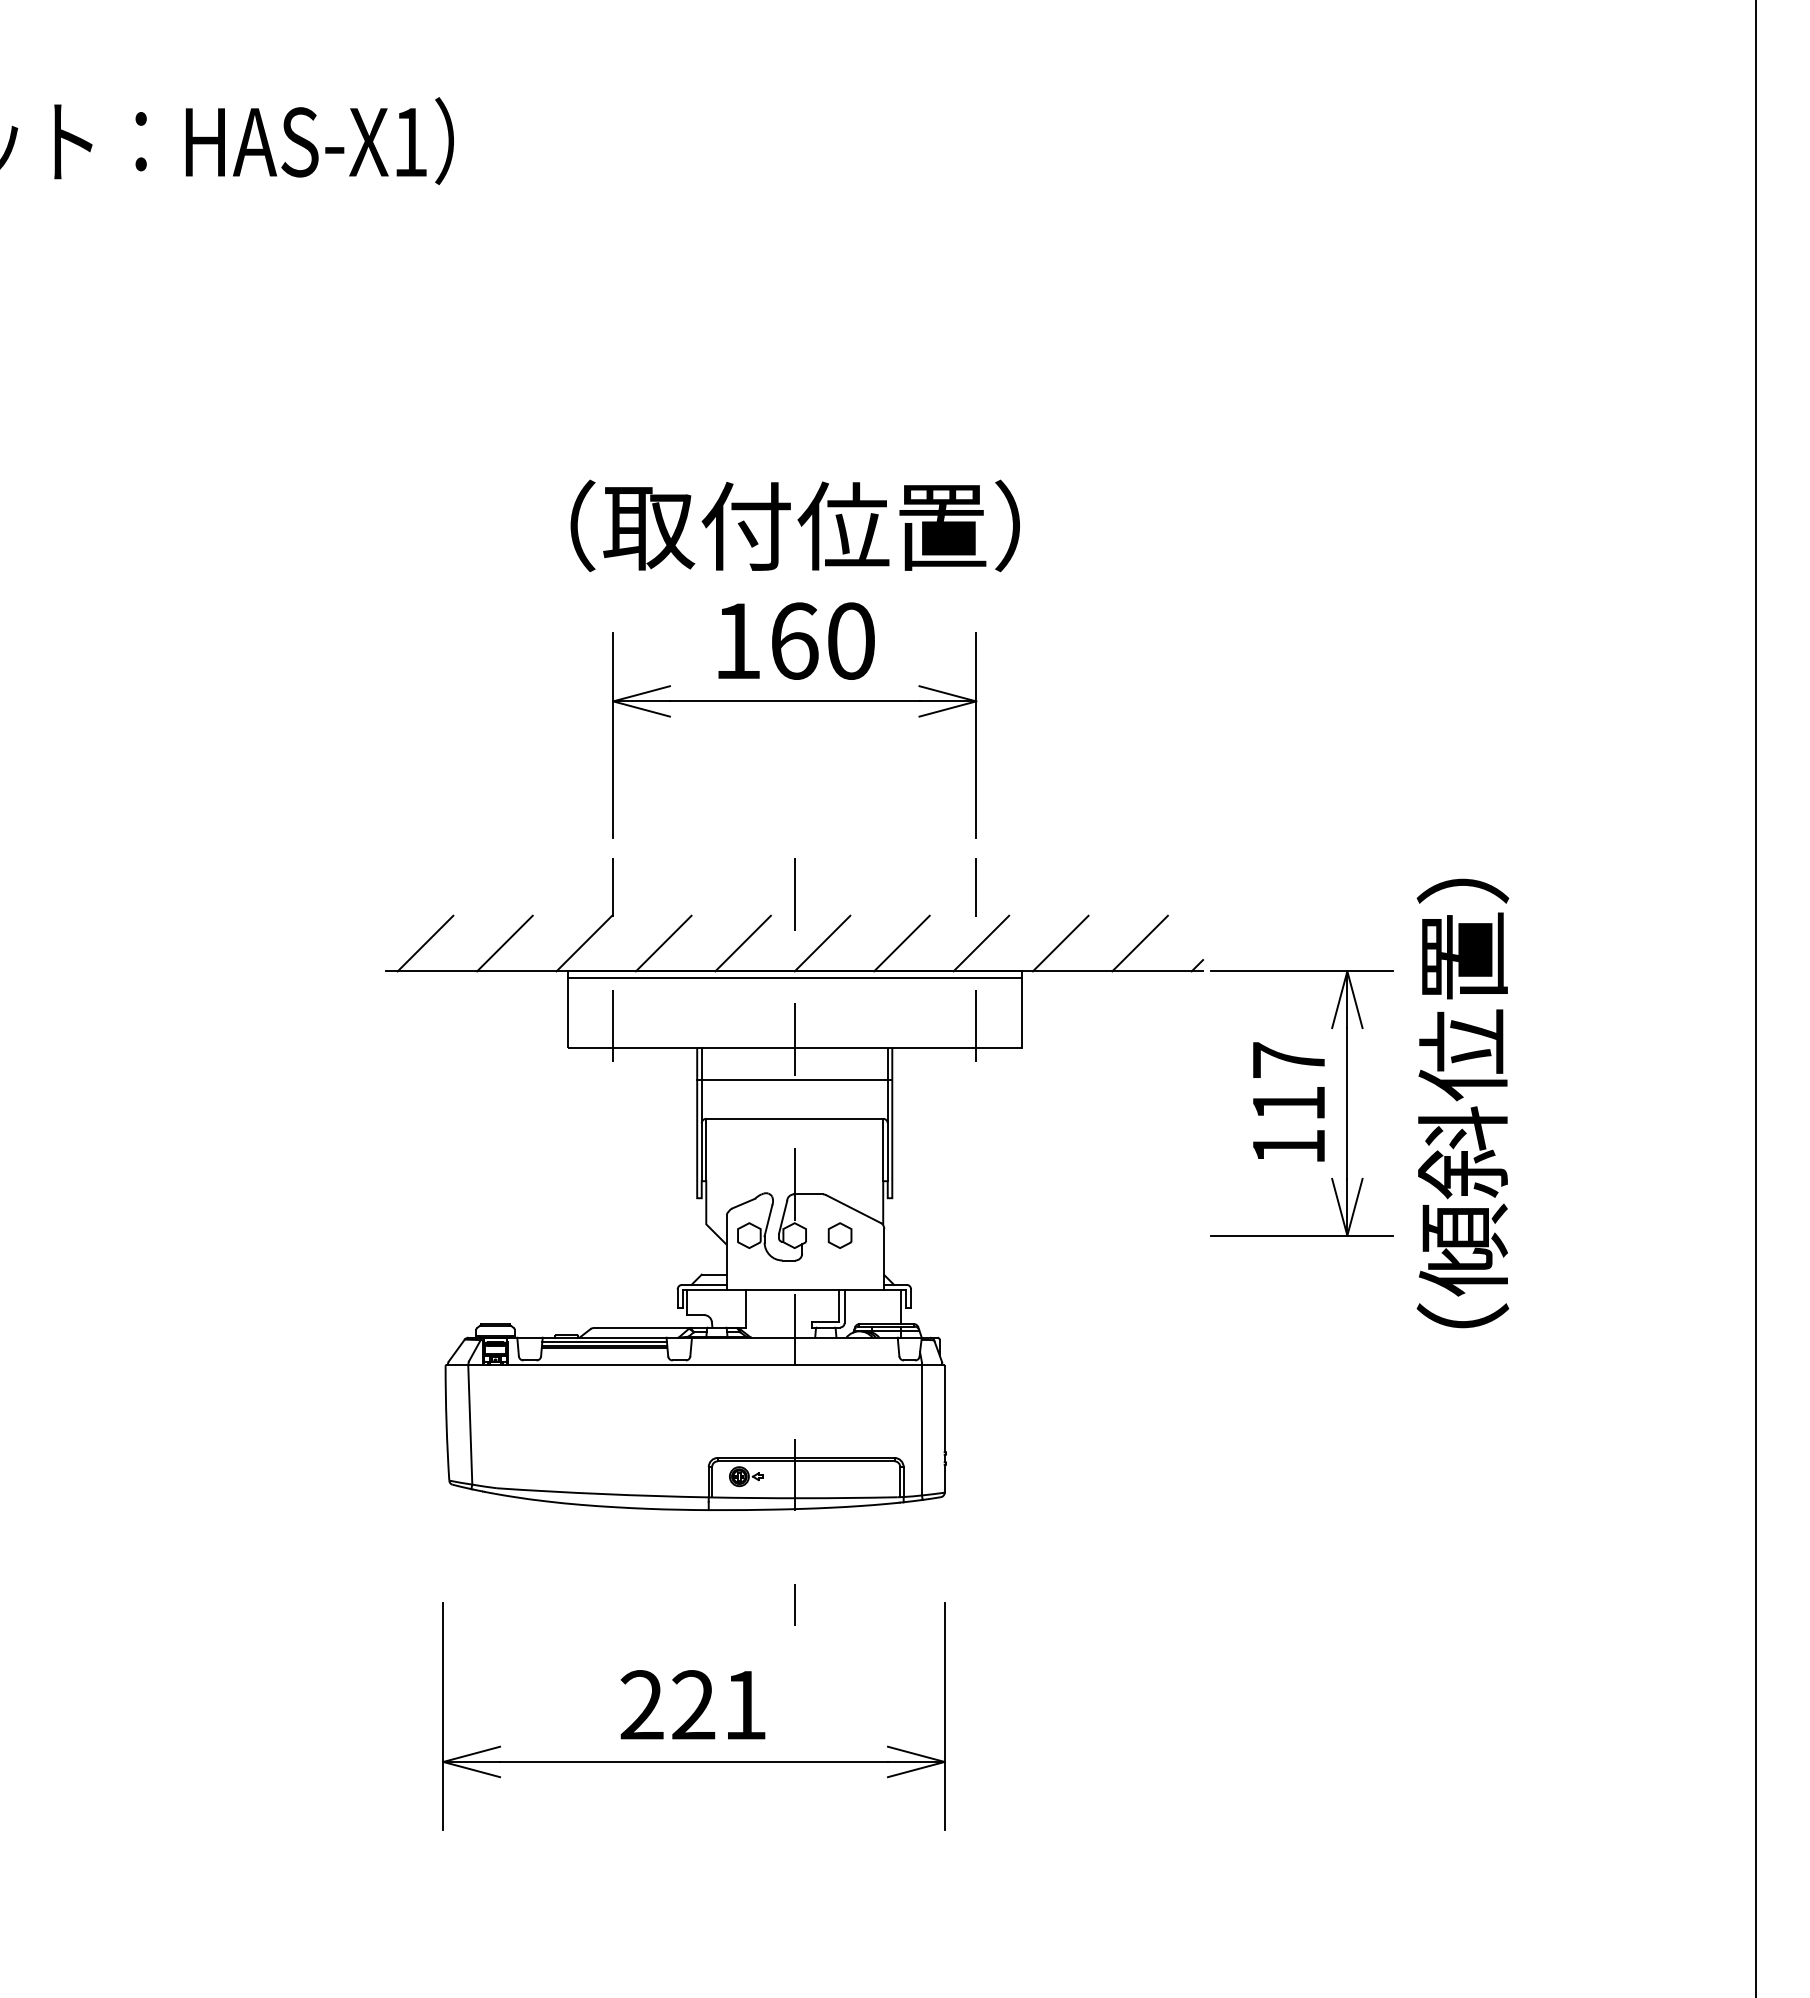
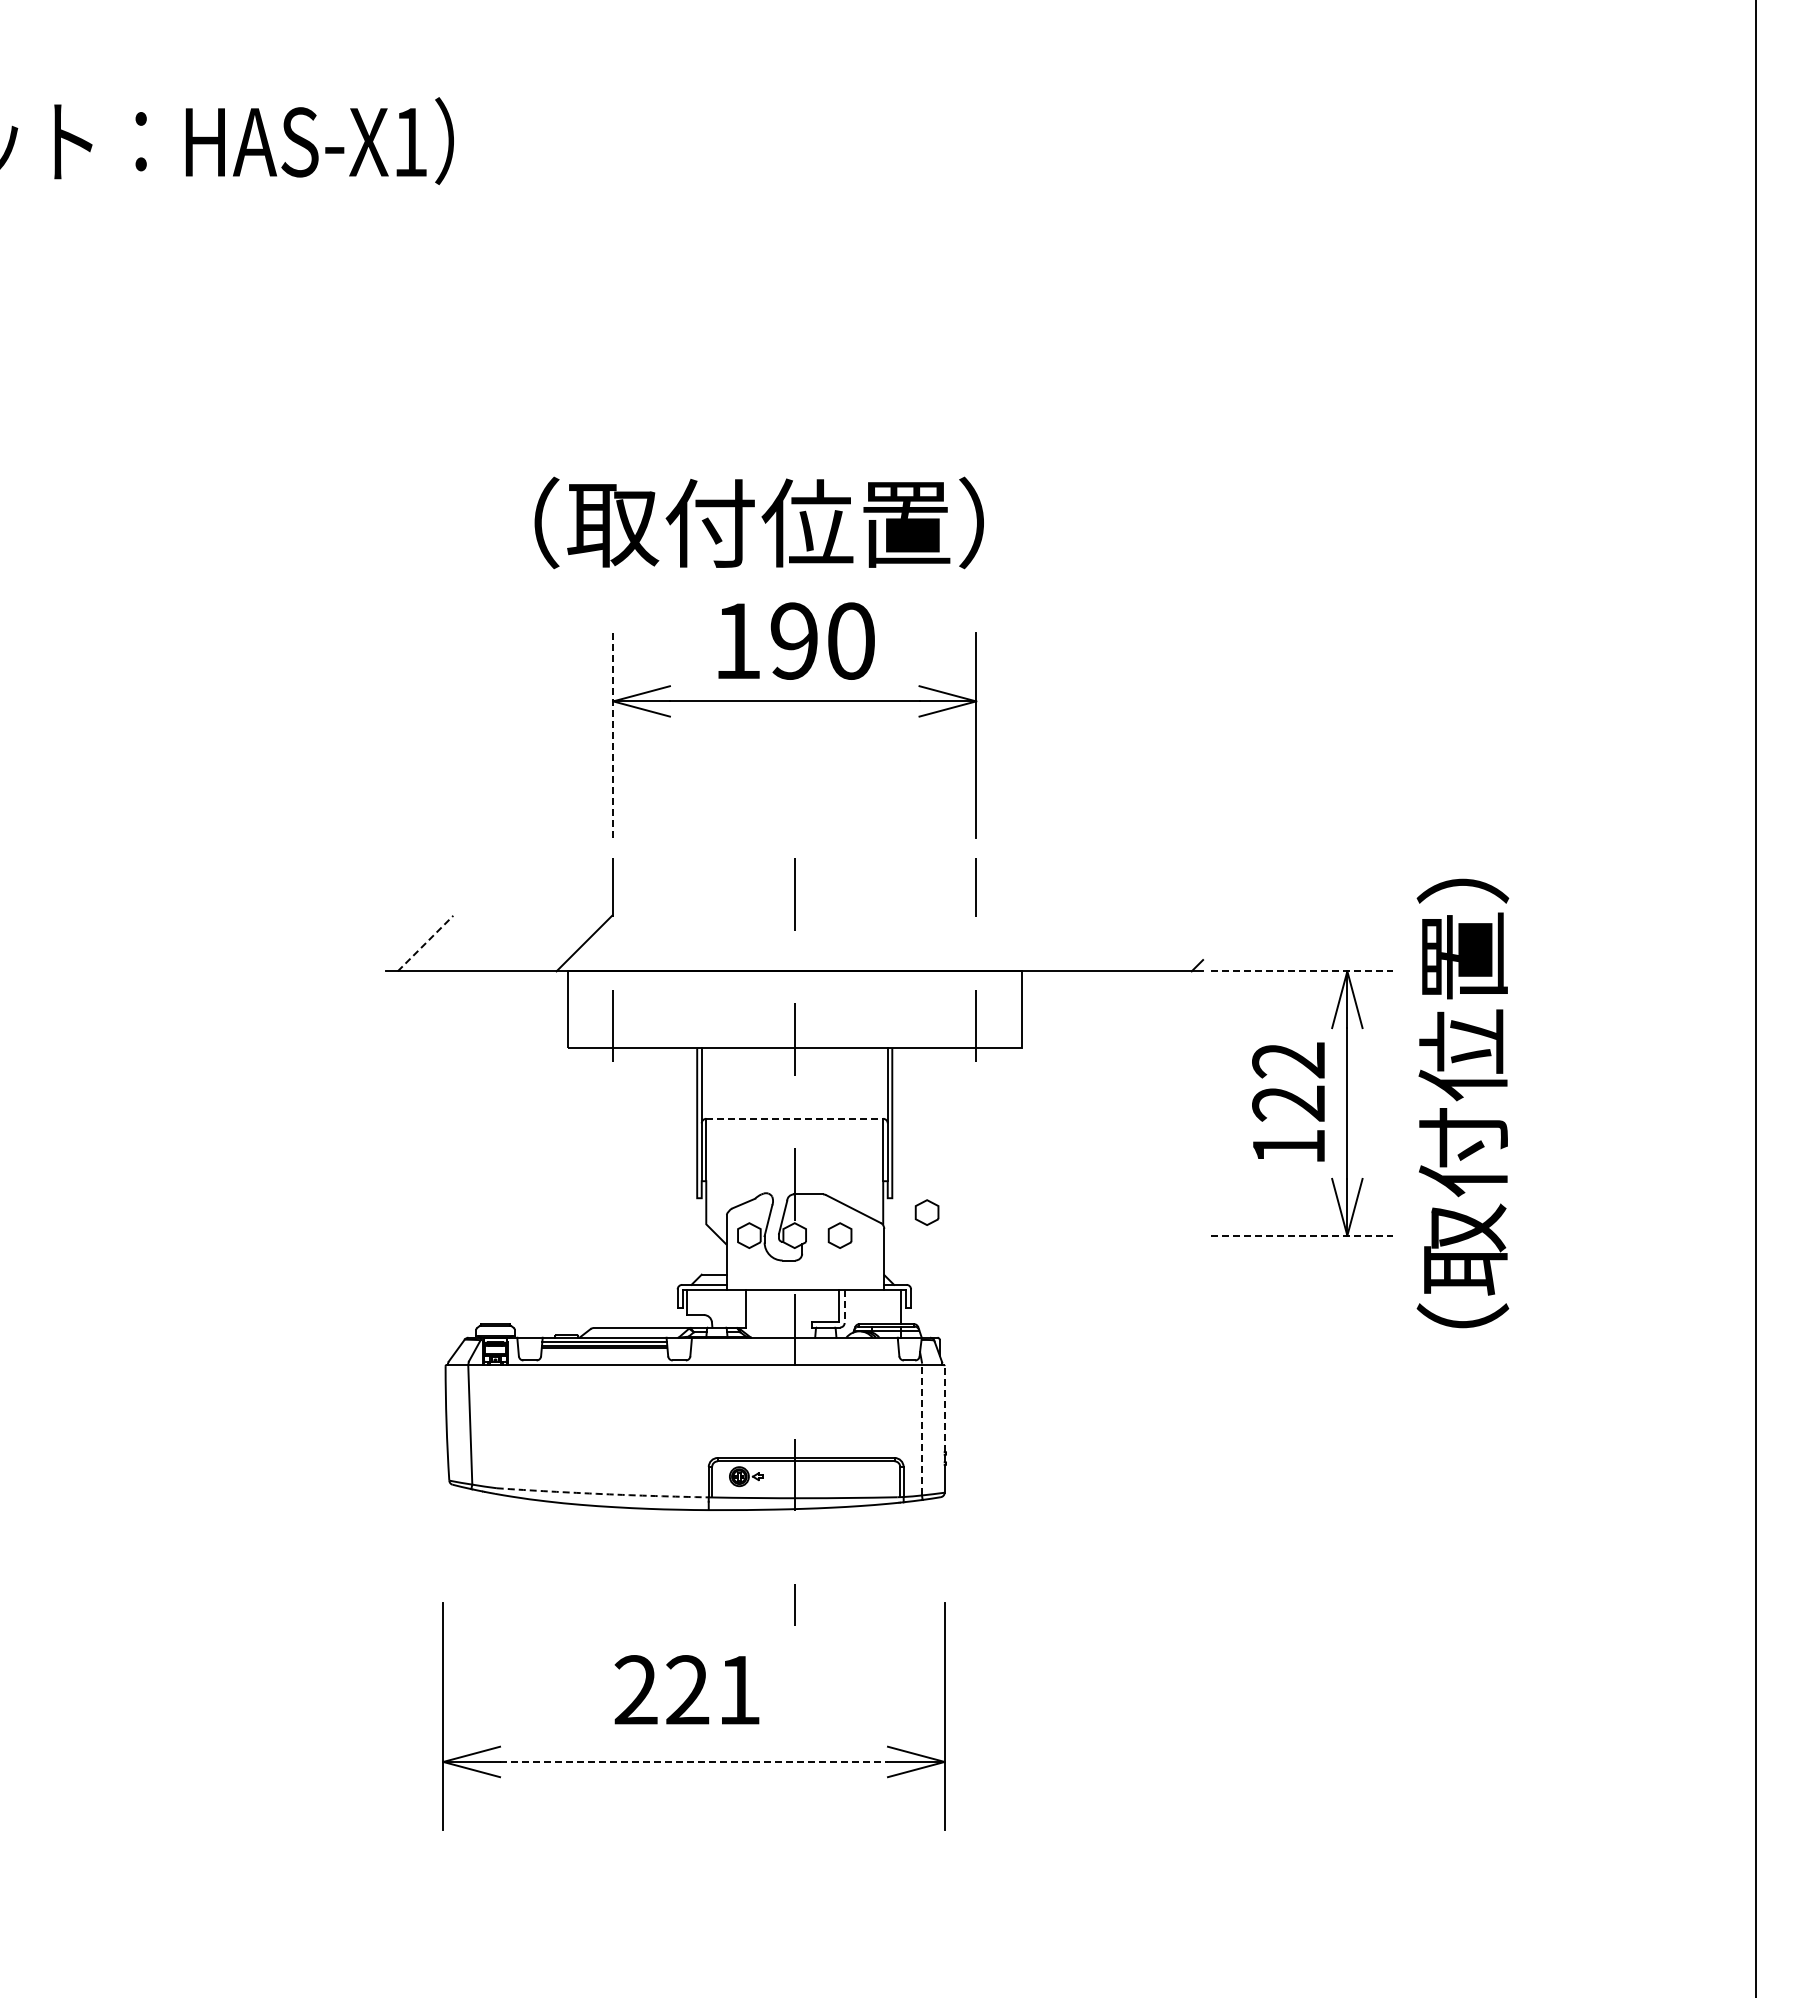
text at (794, 525) position: (794, 525) -> (758, 522)
text at (794, 640): 160 -> 190
line at (613, 734): solid -> dashed
line at (425, 943): solid -> dashed
line at (504, 943): present -> none
line at (663, 943): present -> none
line at (742, 943): present -> none
line at (822, 943): present -> none
line at (901, 943): present -> none
line at (981, 943): present -> none
line at (1060, 943): present -> none
line at (1139, 943): present -> none
line at (1301, 971): solid -> dashed
line at (794, 978): present -> none
line at (794, 1080): present -> none
text at (1288, 1081): 117 -> 122
line at (795, 1118): solid -> dashed
text at (1462, 1201): （傾斜位置） -> （取付位置）
part at (926, 1212): none -> present
line at (1301, 1235): solid -> dashed
line at (844, 1307): solid -> dashed
line at (944, 1408): solid -> dashed
line at (922, 1428): solid -> dashed
arc at (602, 1494): solid -> dashed
text at (692, 1704) position: (692, 1704) -> (686, 1689)
line at (694, 1761): solid -> dashed
